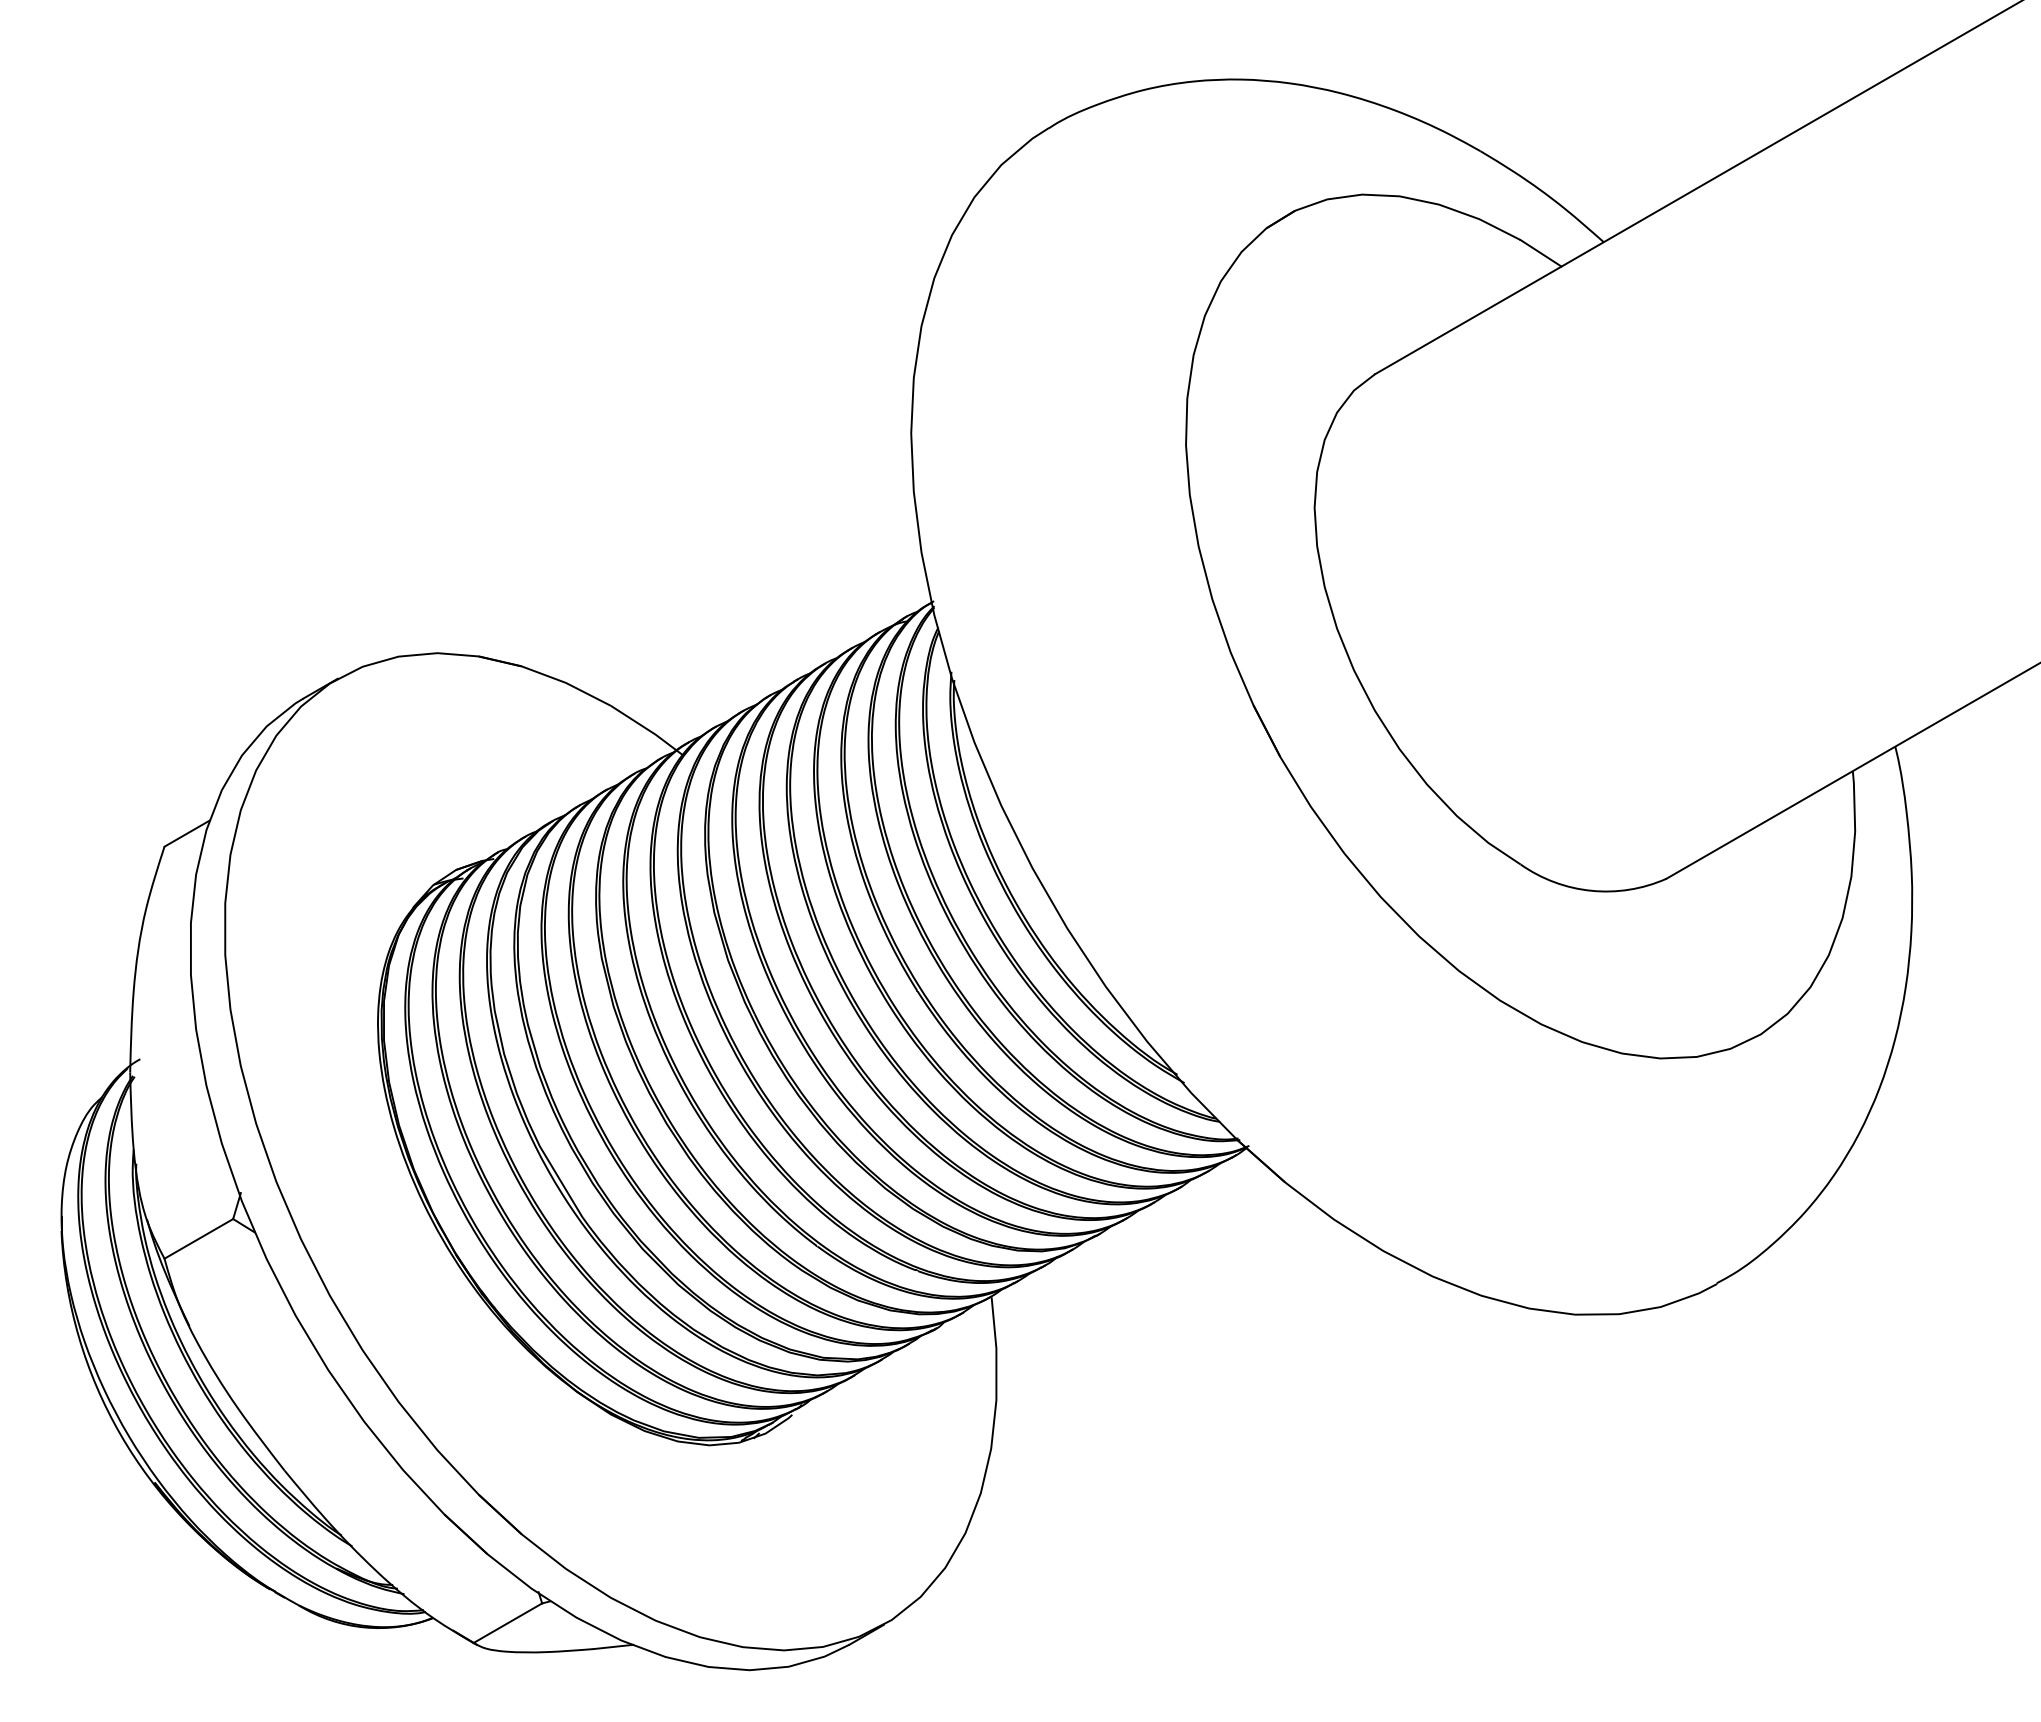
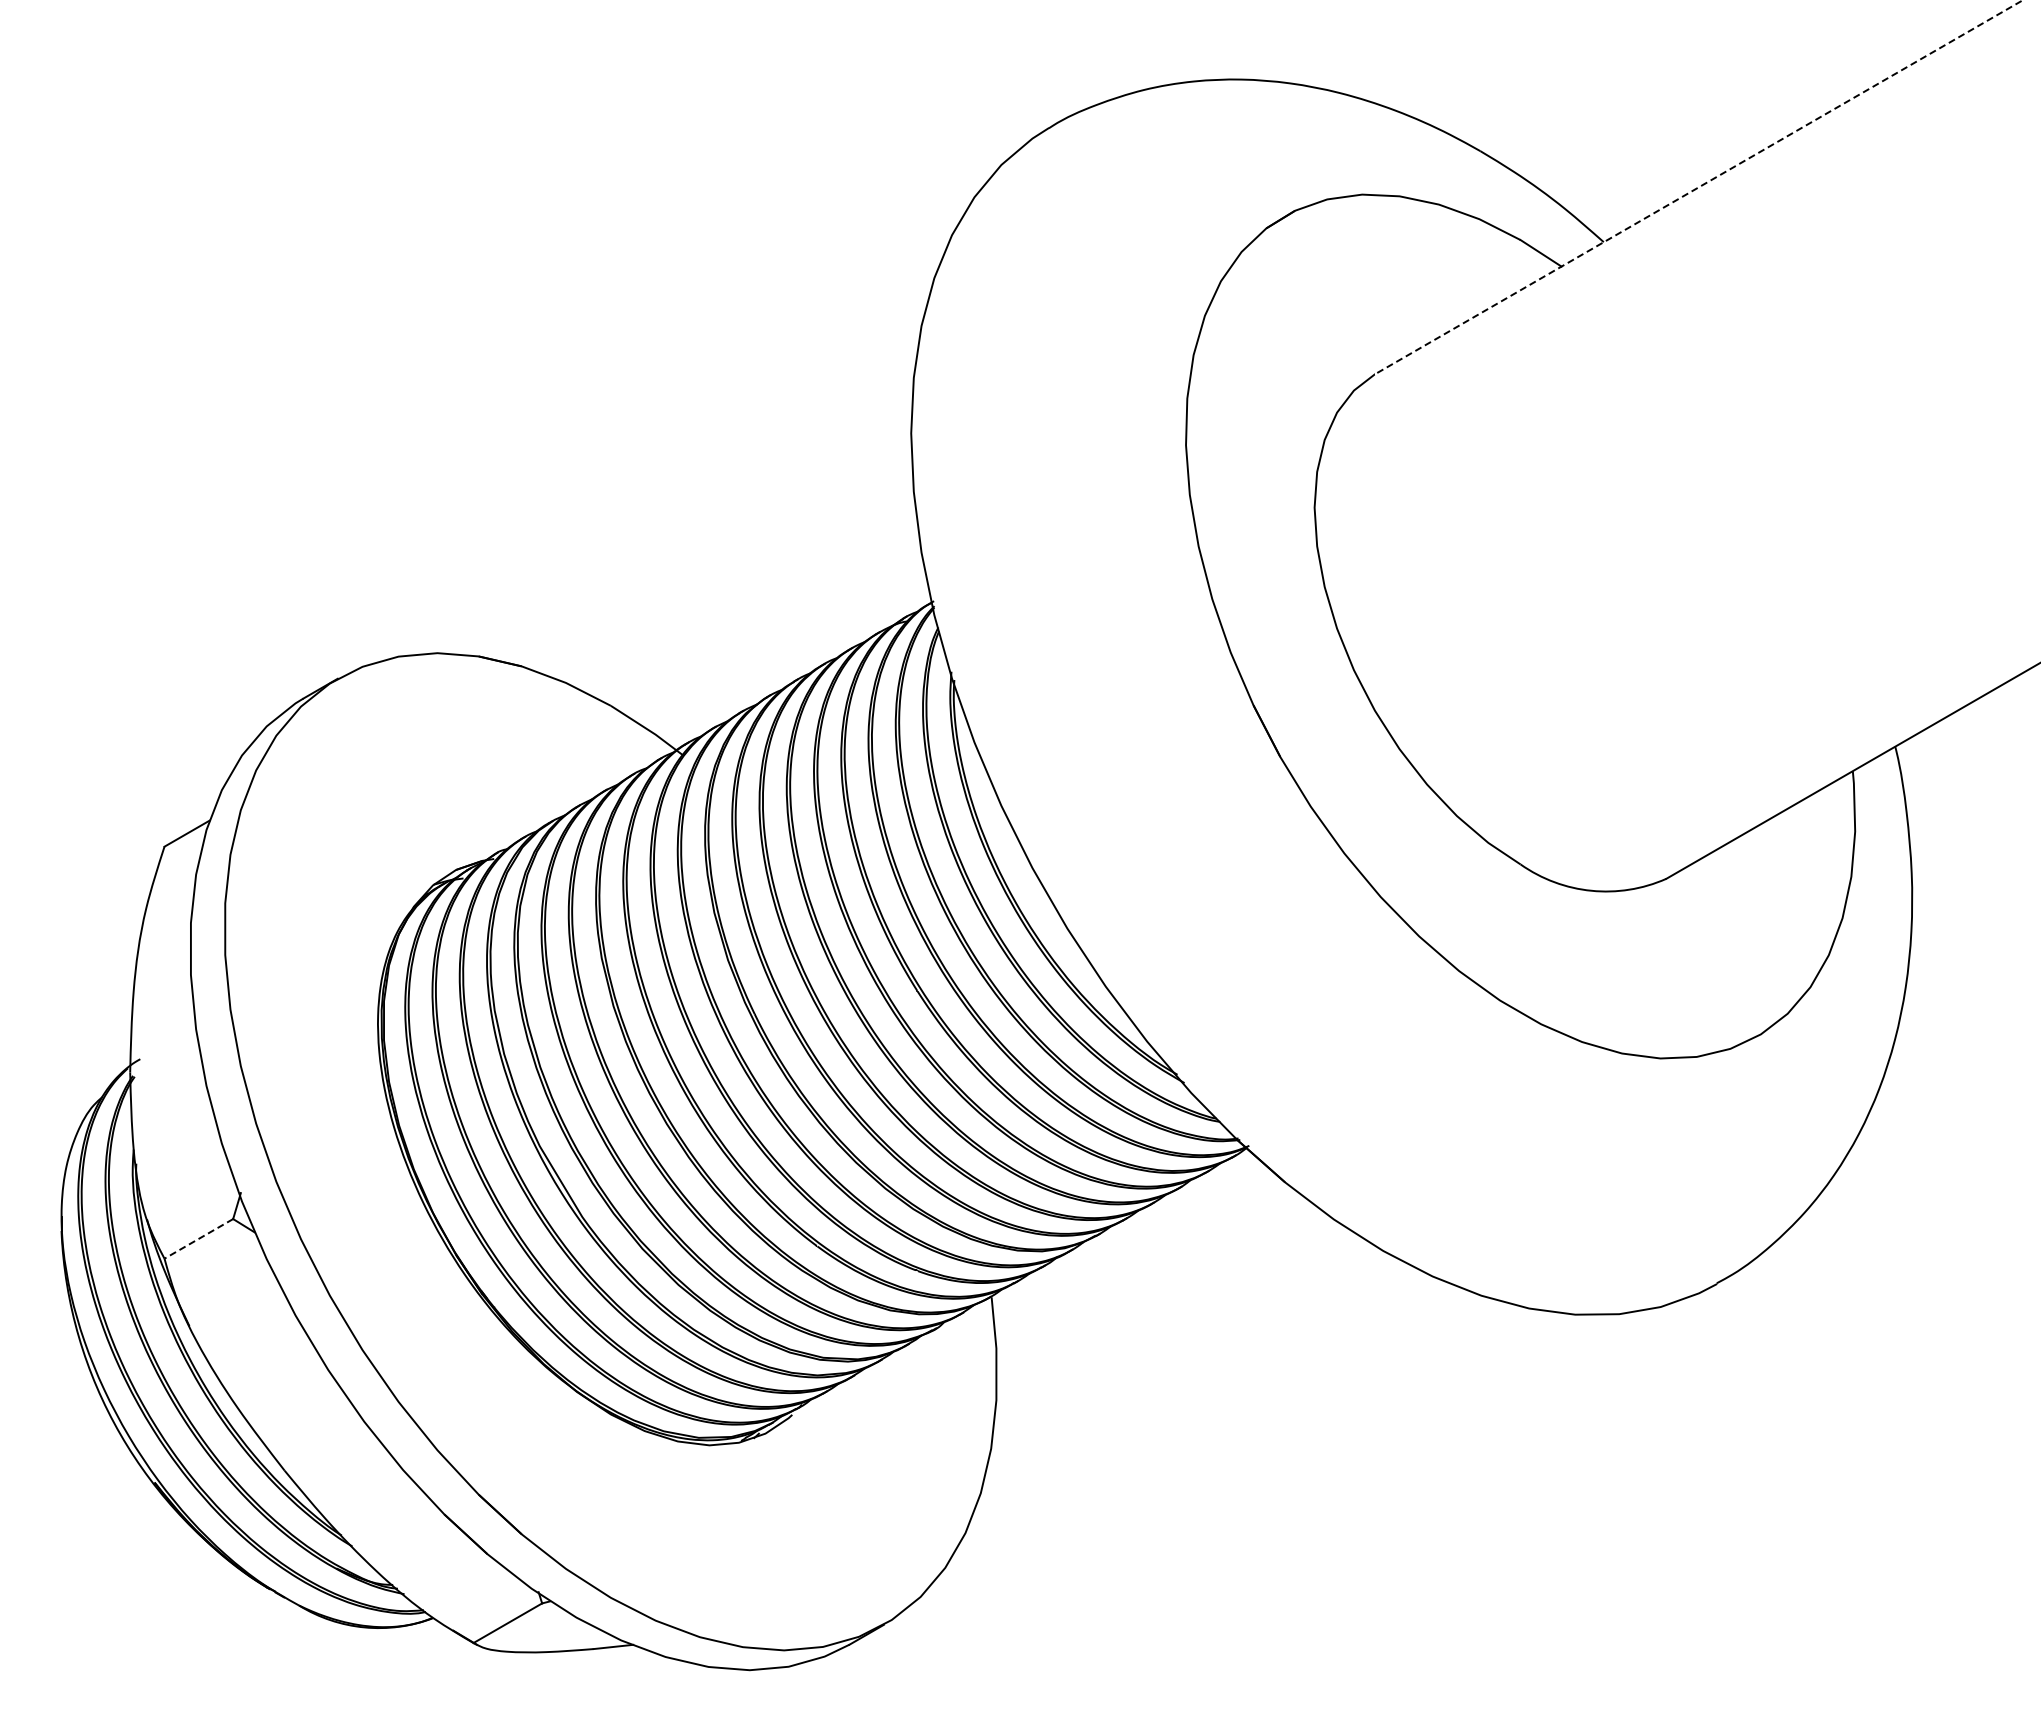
line at (1698, 187): solid -> dashed
line at (198, 1238): solid -> dashed
